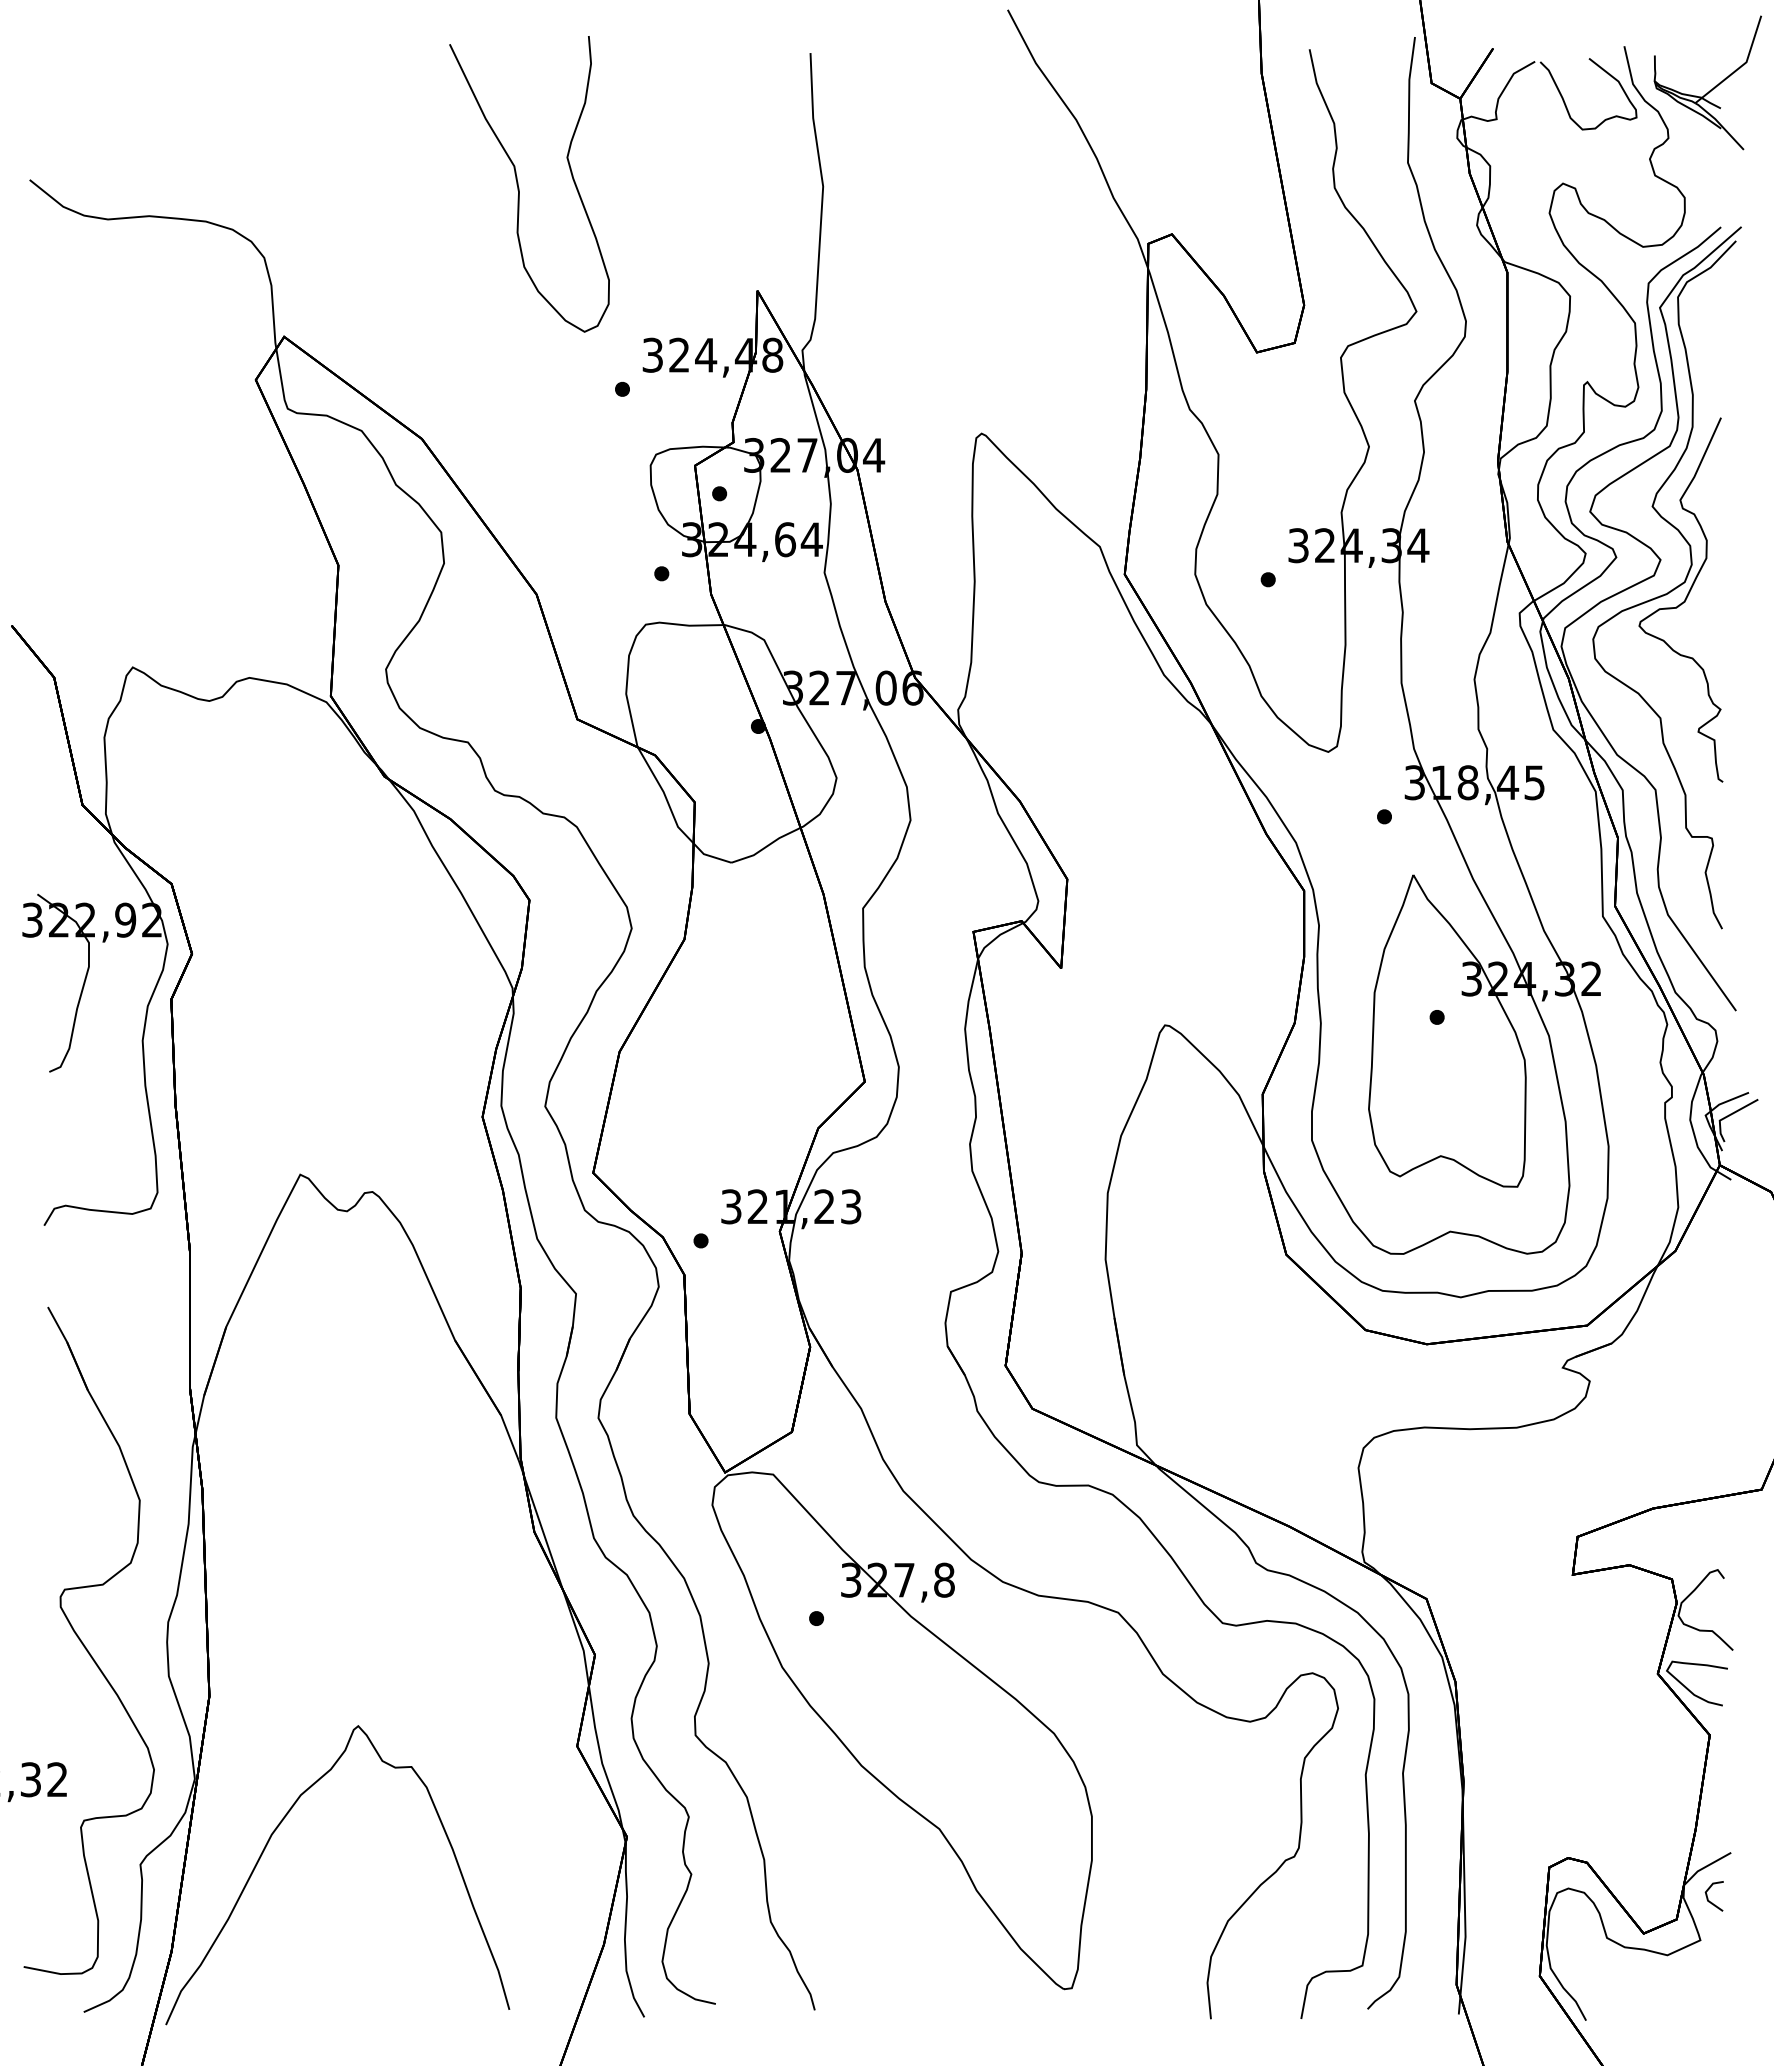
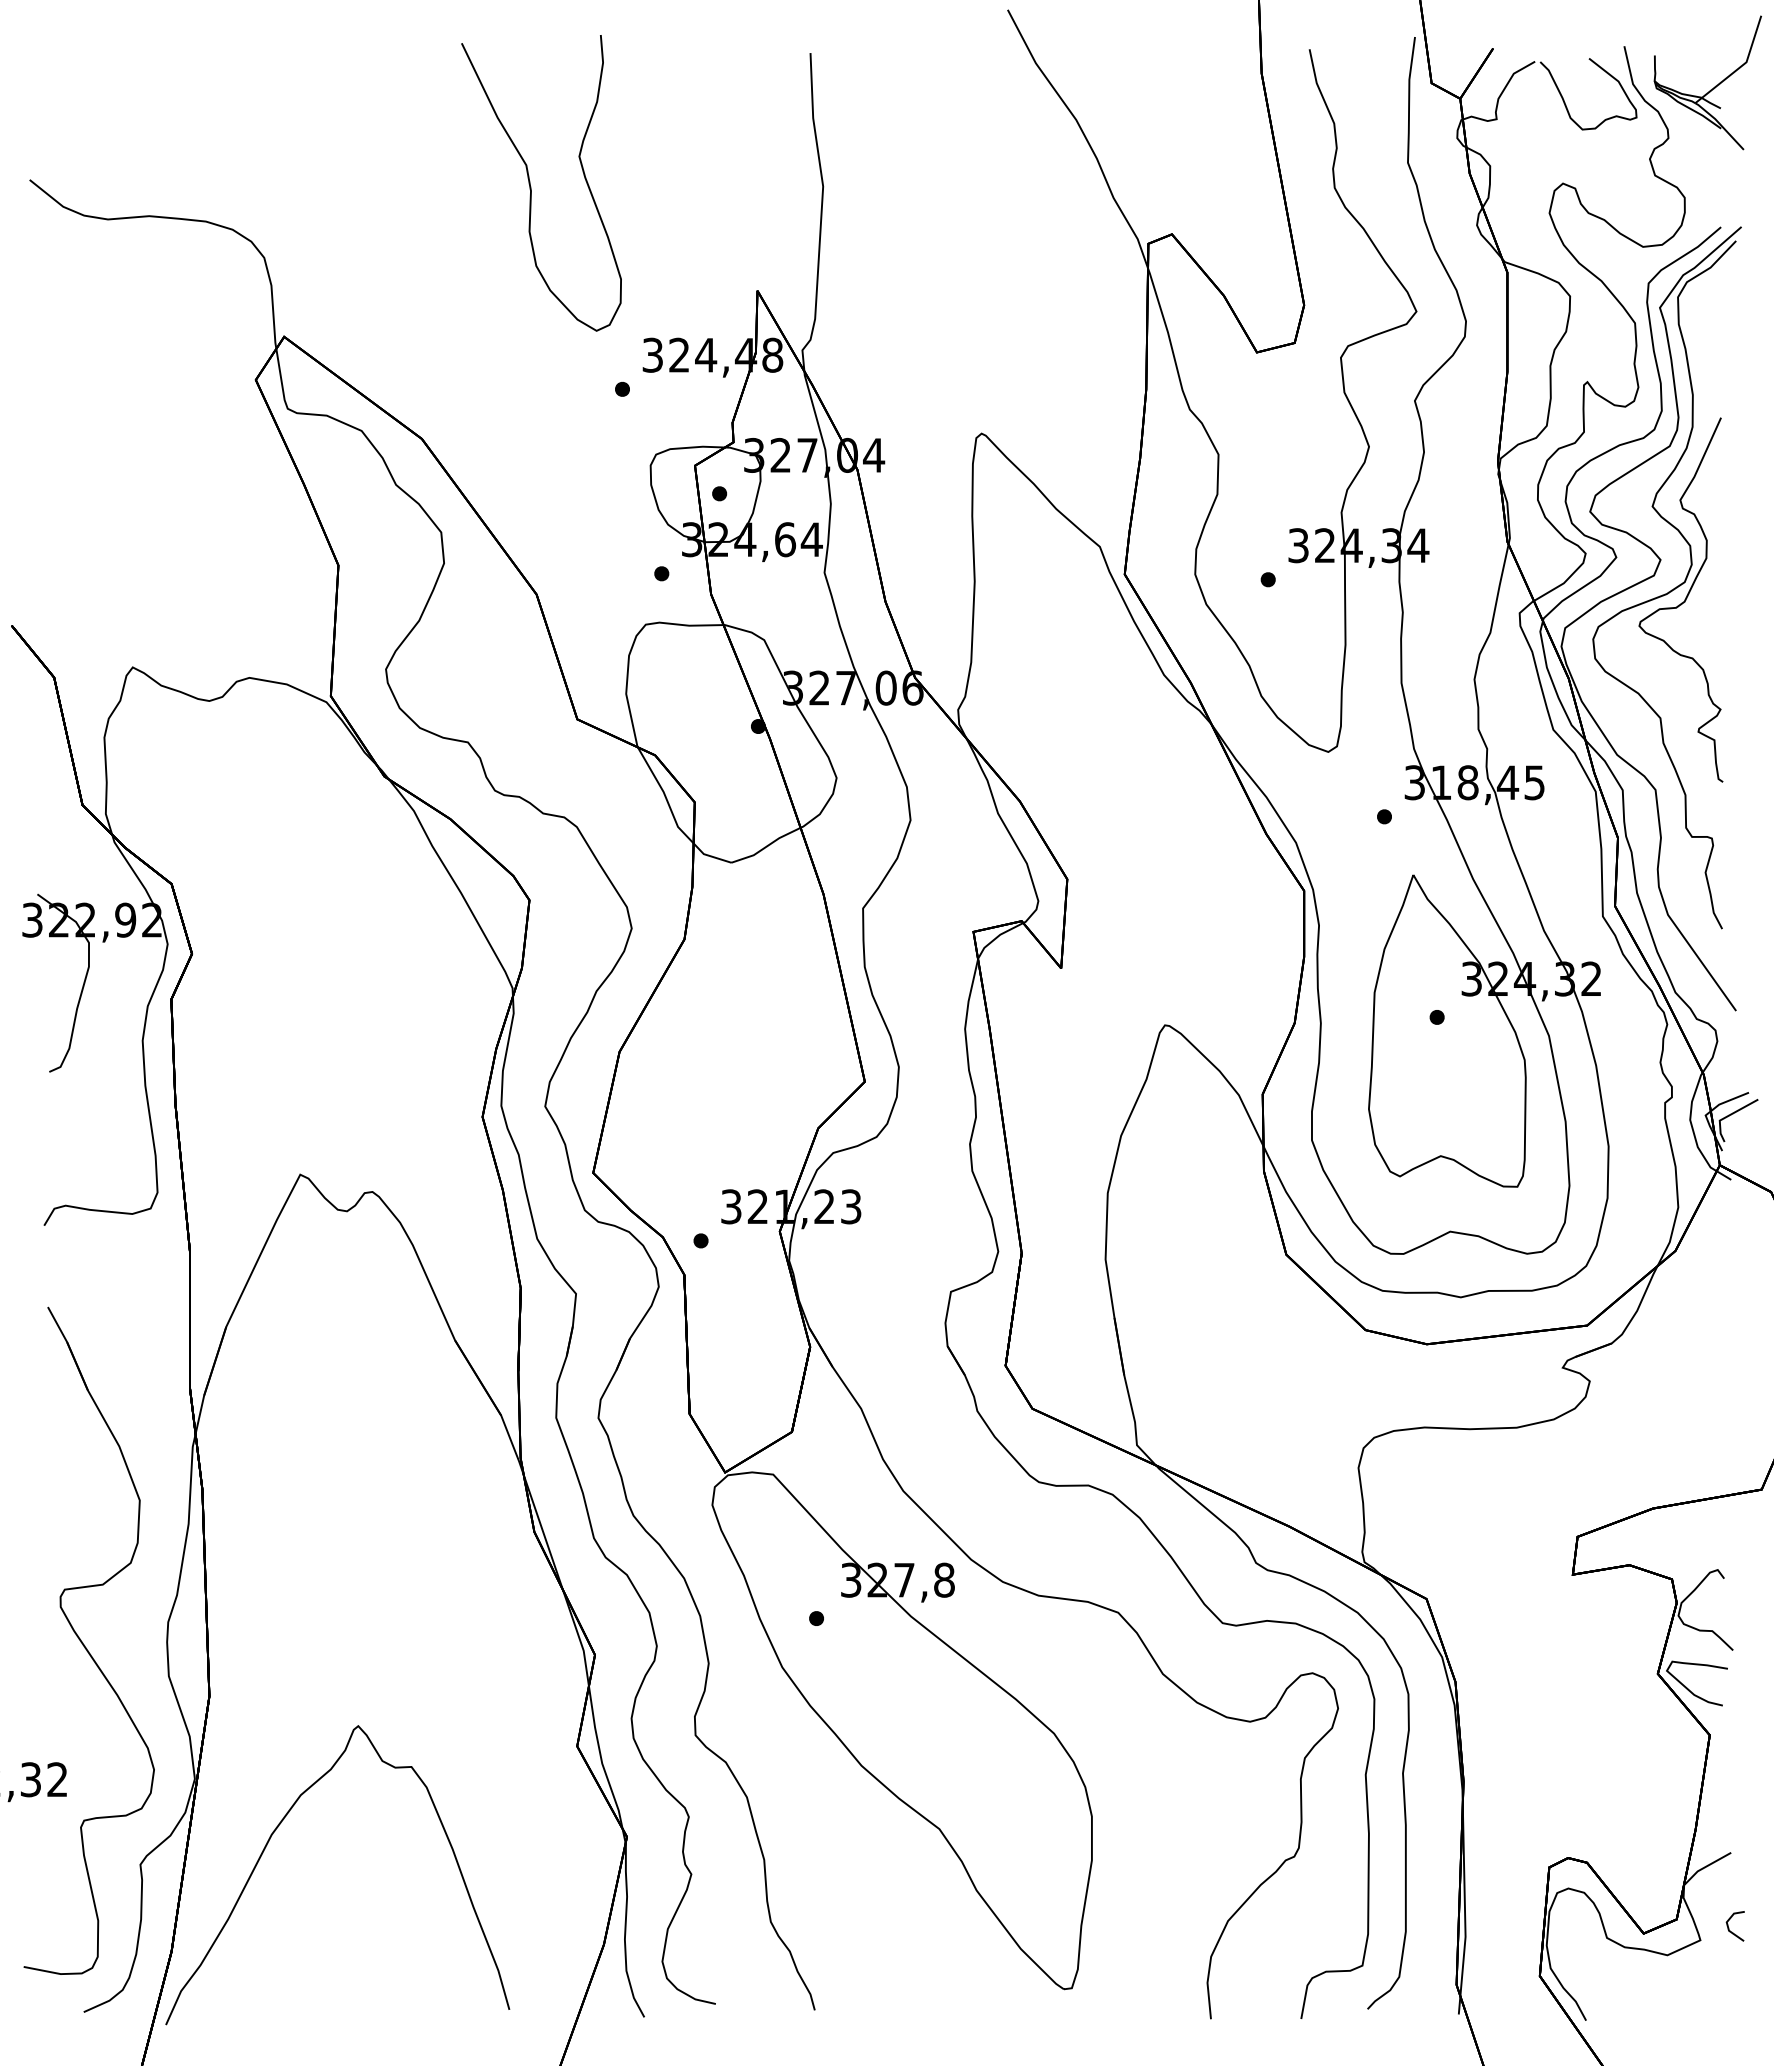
curve at (519, 187) position: (519, 187) -> (531, 186)
line at (1708, 1897) position: (1708, 1897) -> (1729, 1927)
